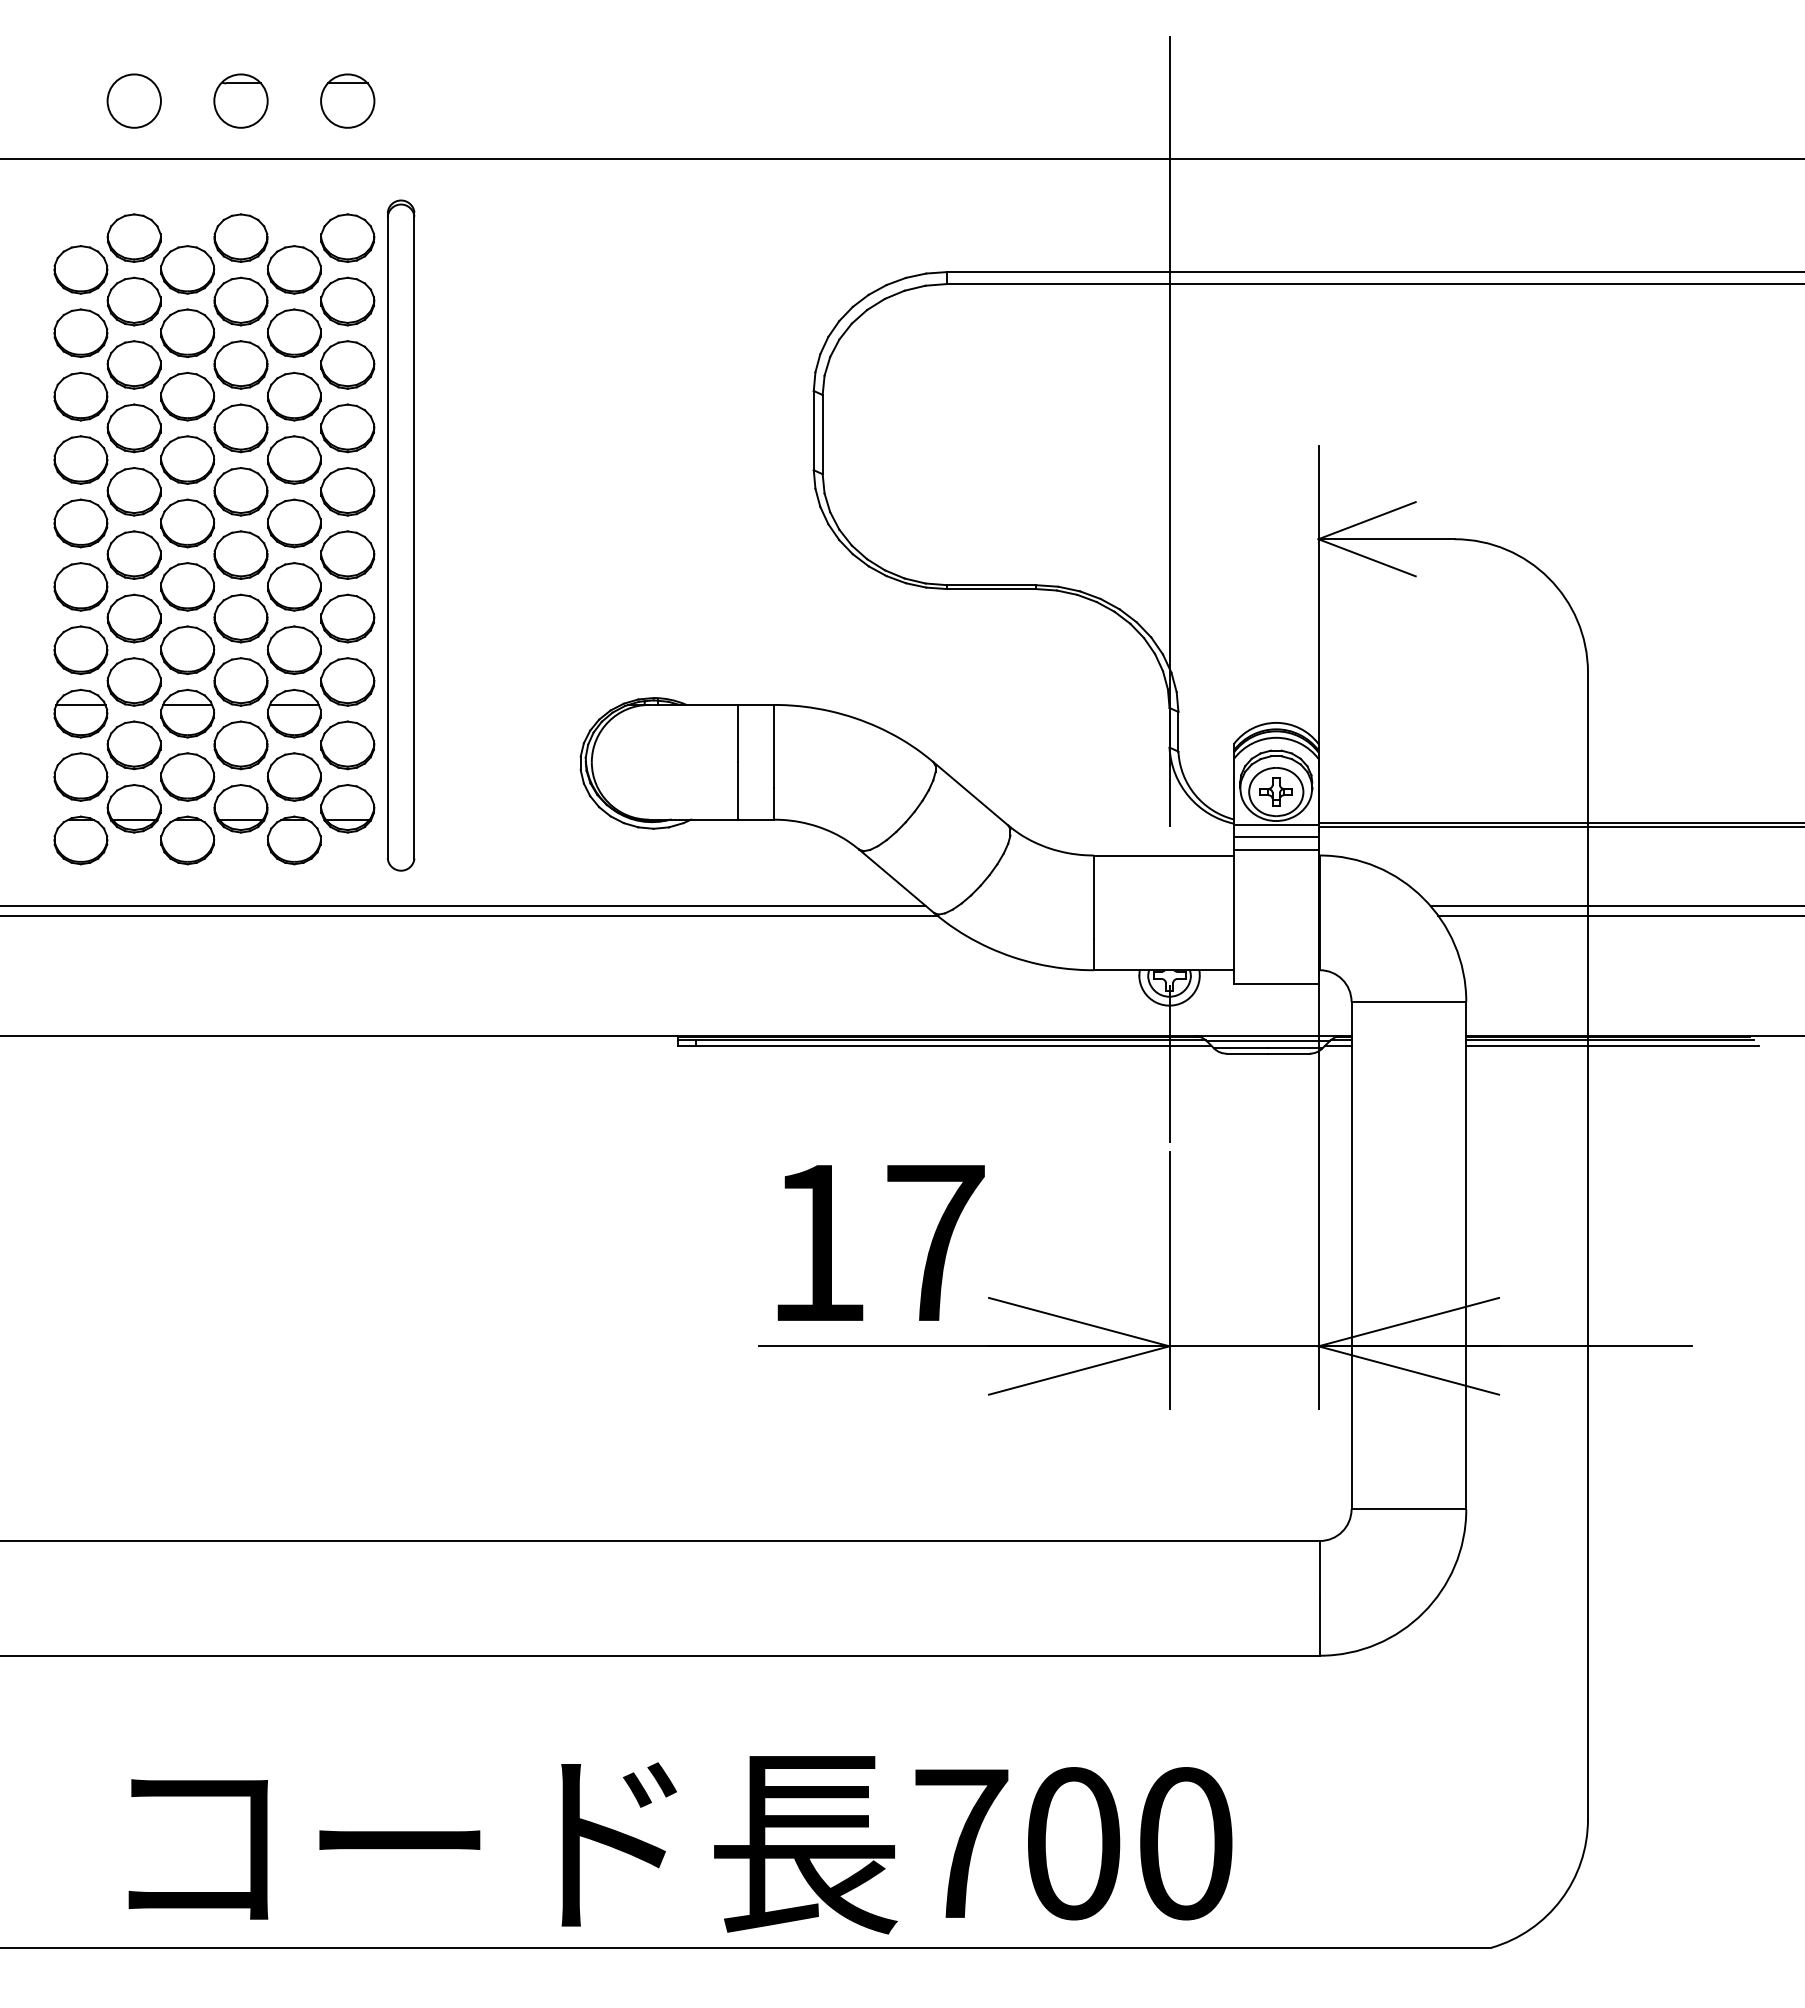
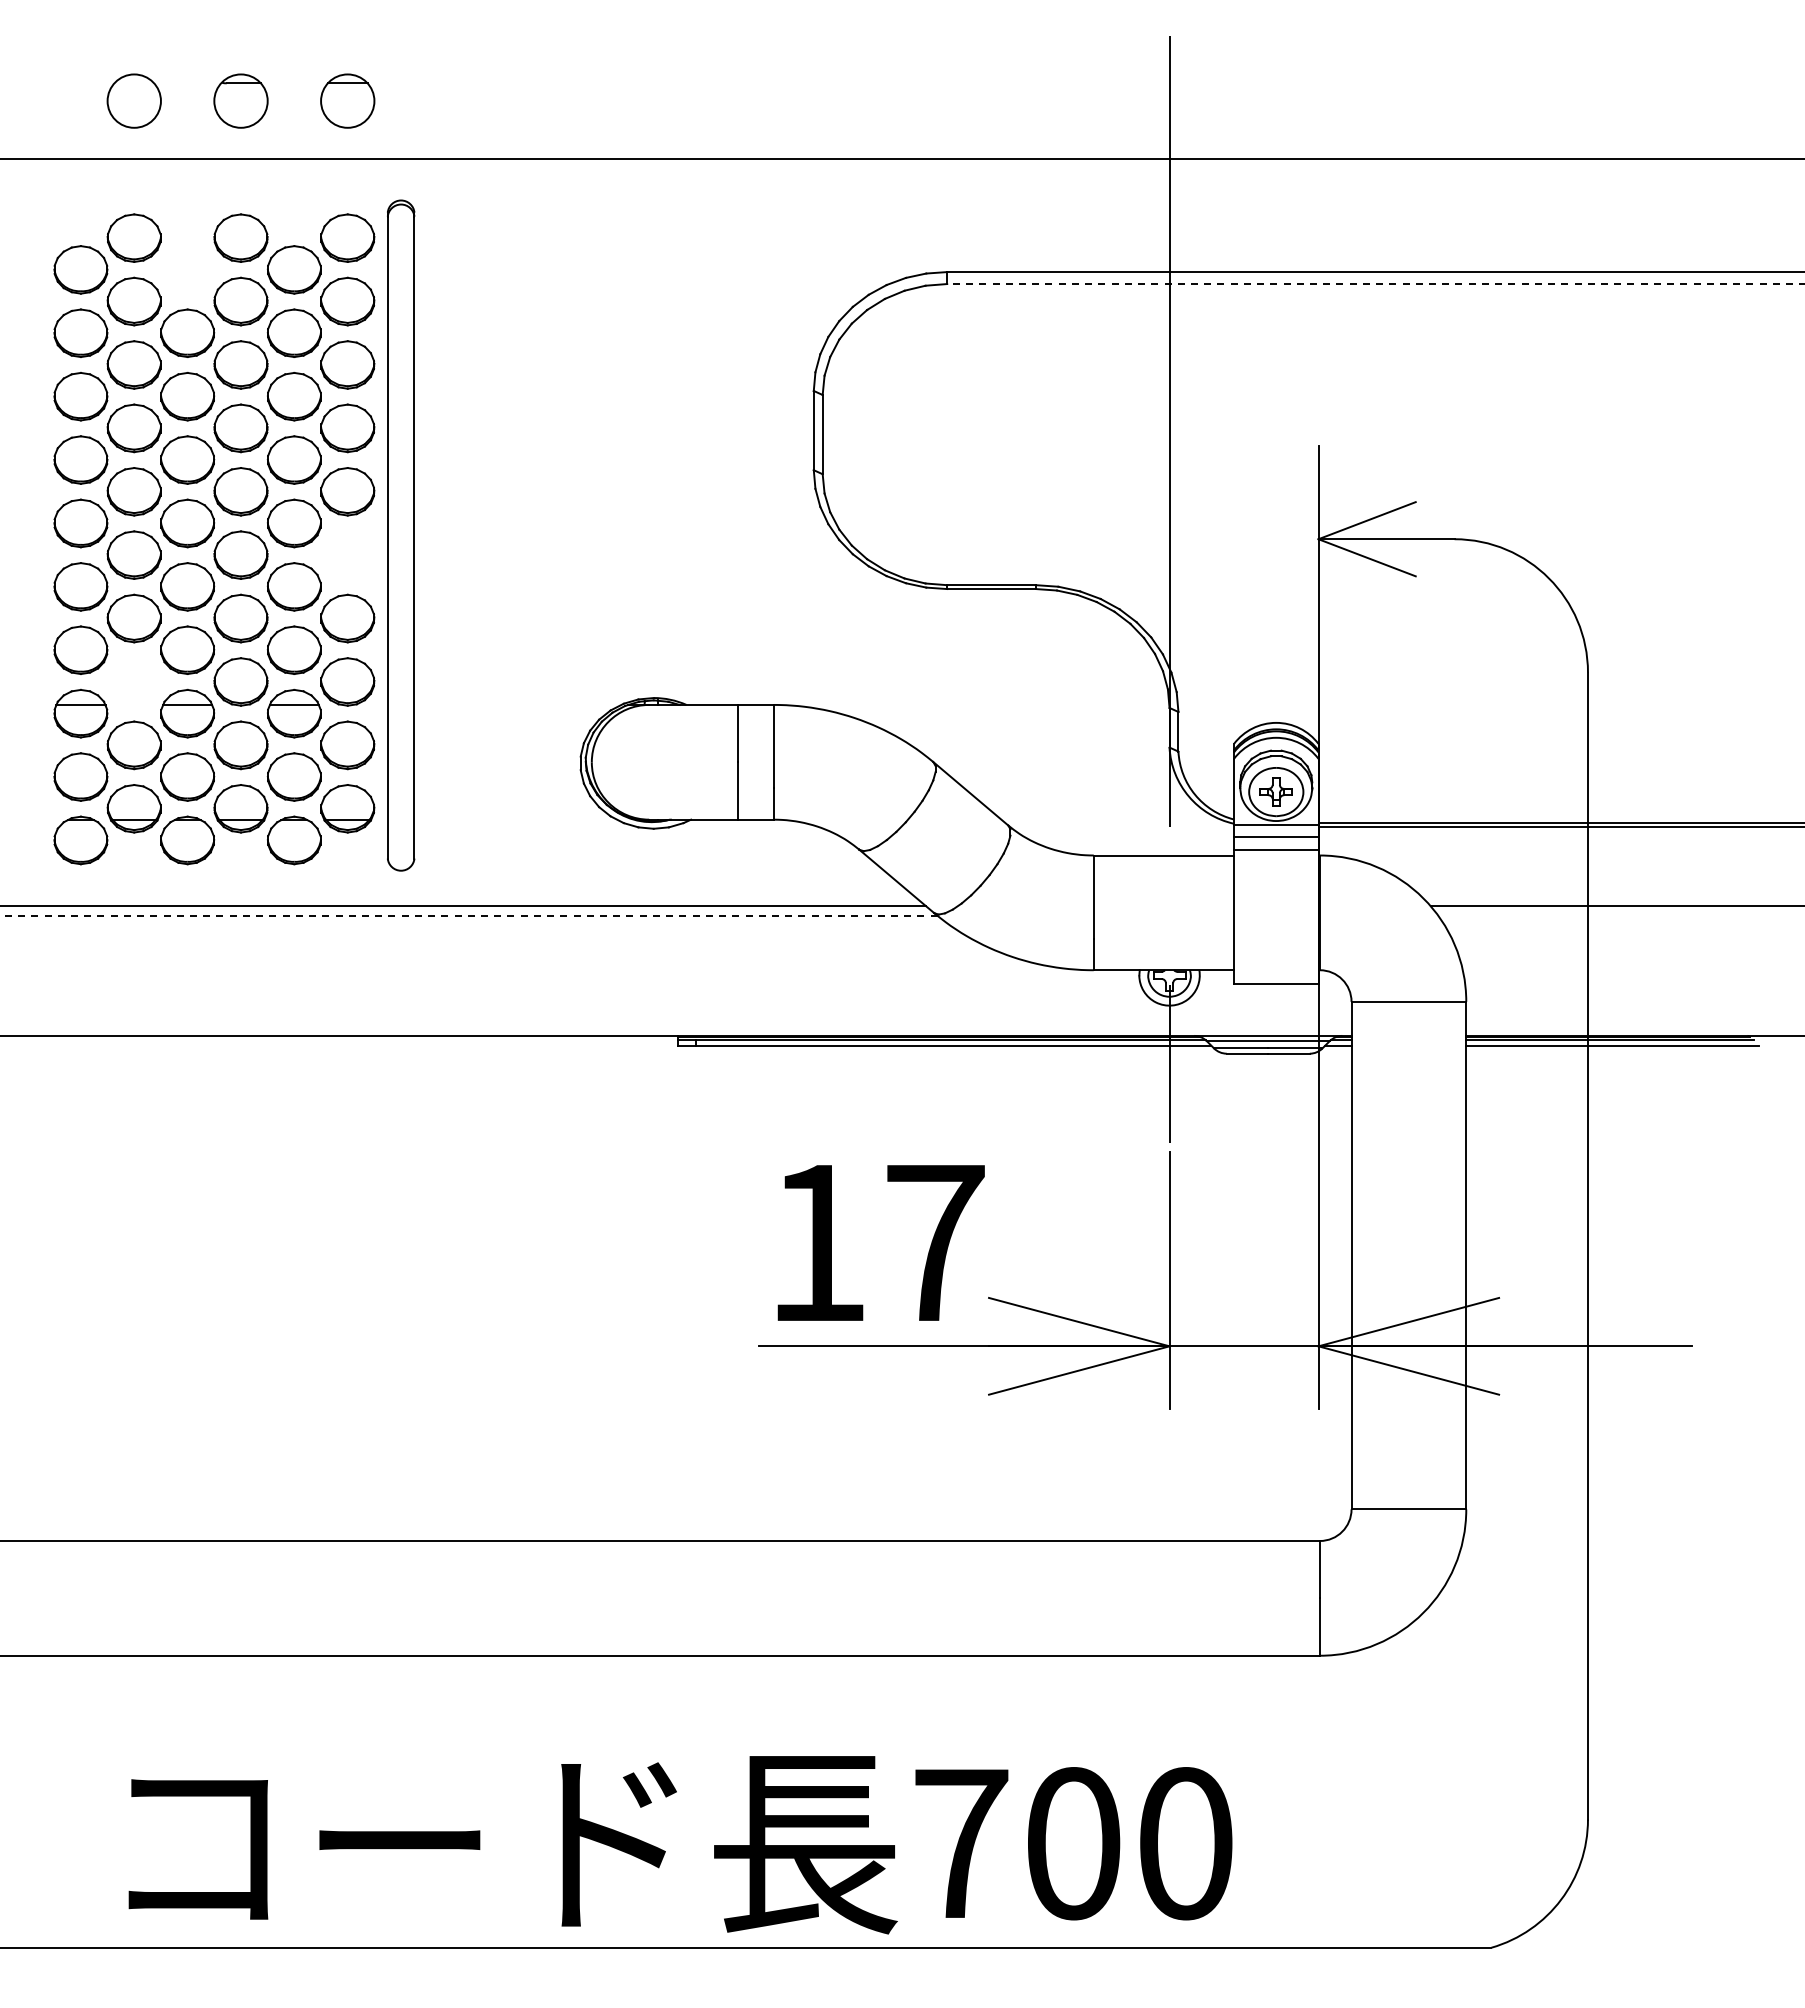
part at (187, 269): present -> none
line at (1376, 284): solid -> dashed
part at (347, 554): present -> none
part at (133, 681): present -> none
line at (468, 915): solid -> dashed
line at (1619, 915): present -> none
